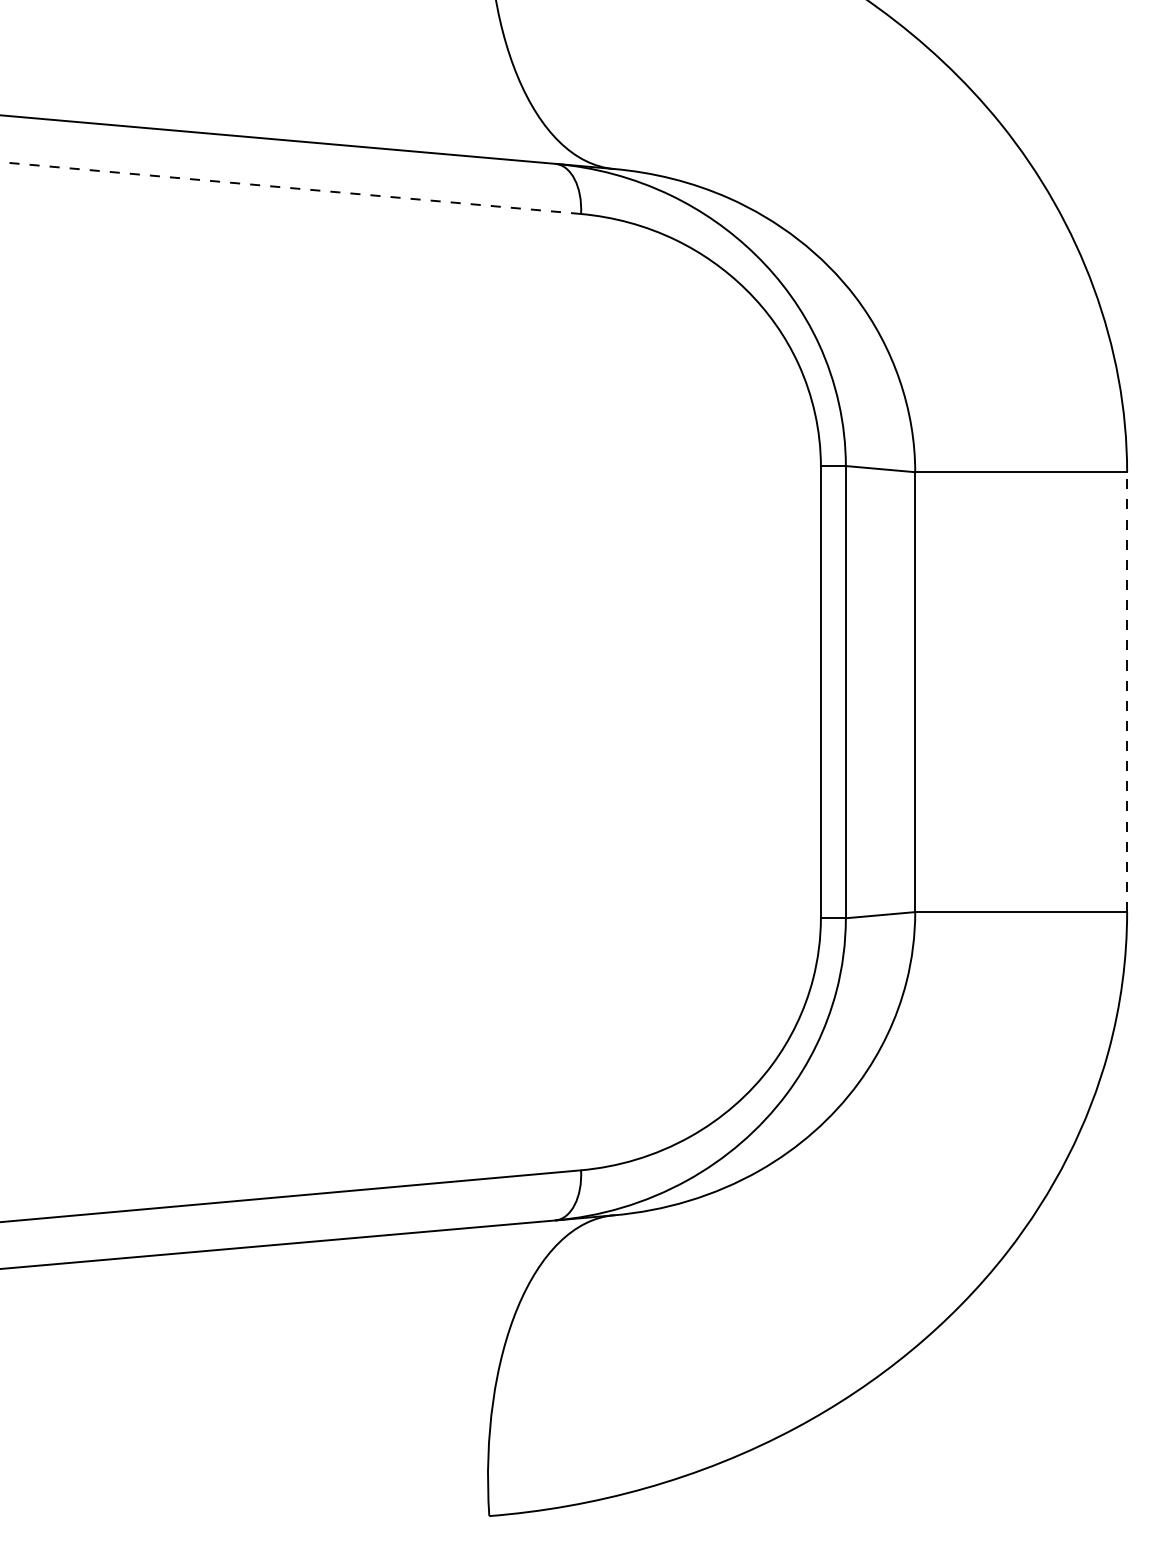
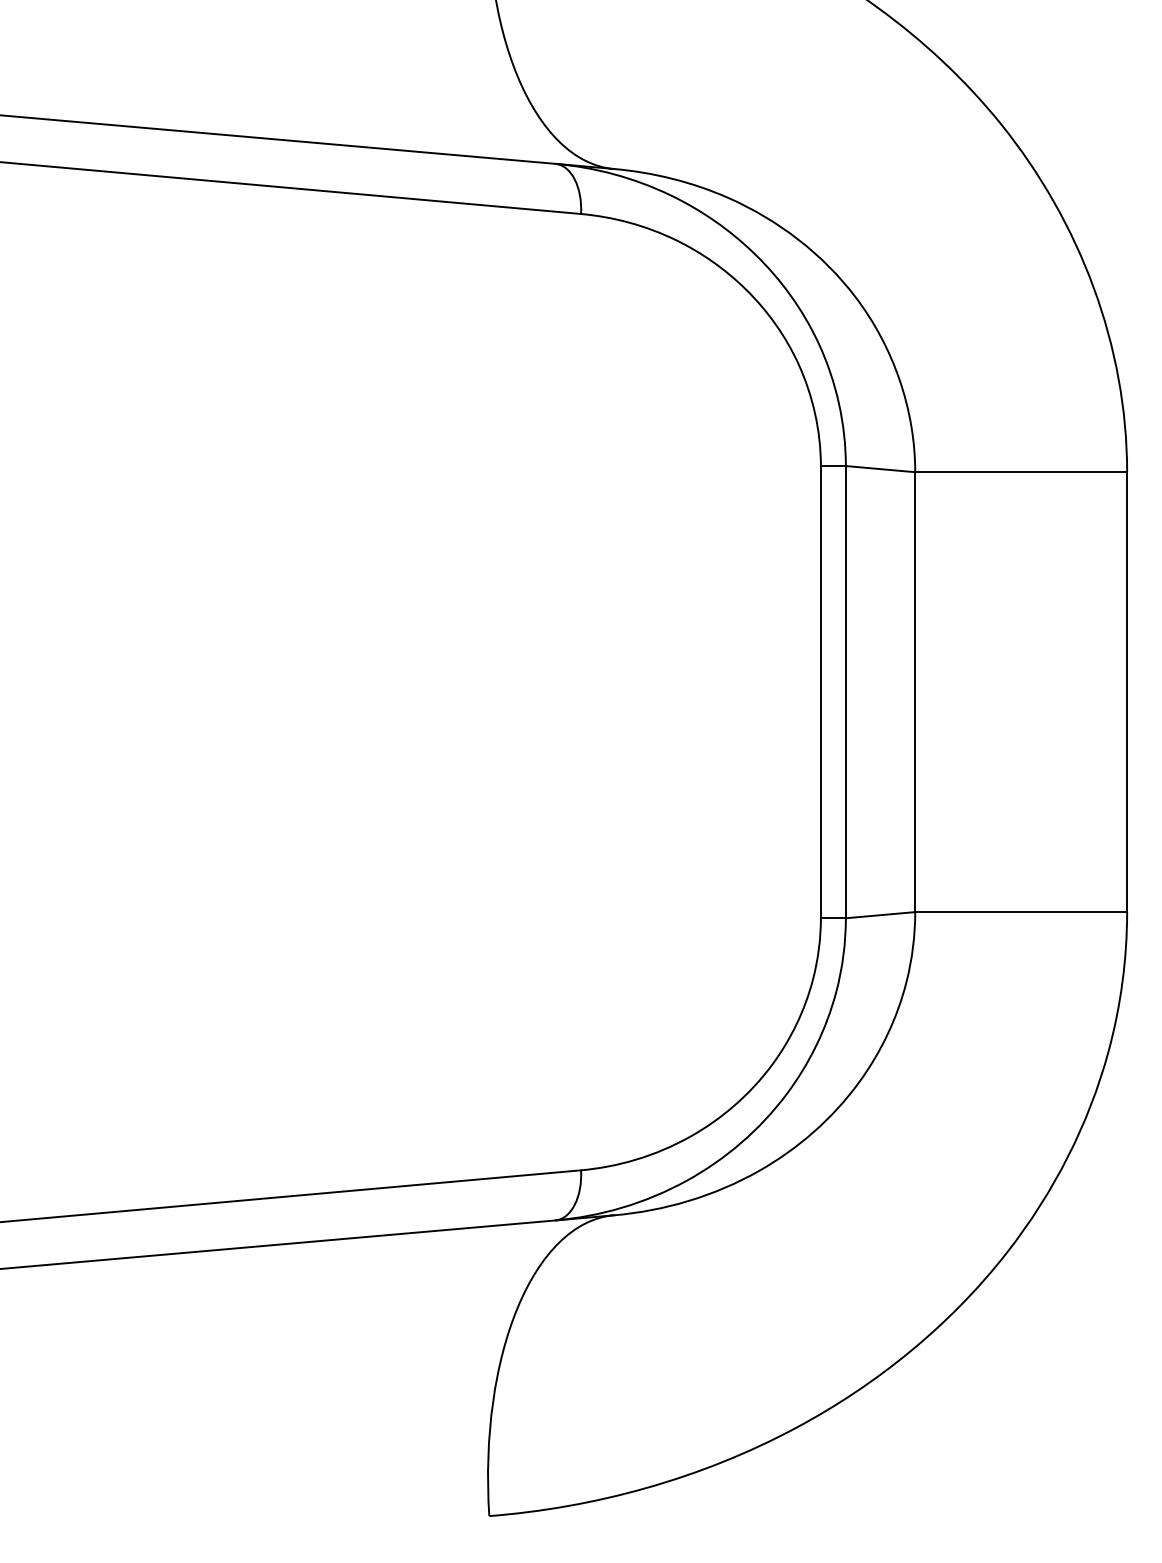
line at (290, 188): dashed -> solid
line at (1127, 692): dashed -> solid
